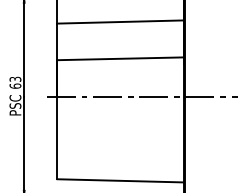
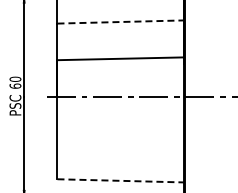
line at (121, 22): solid -> dashed
text at (15, 78): 63 -> 60
line at (121, 180): solid -> dashed
